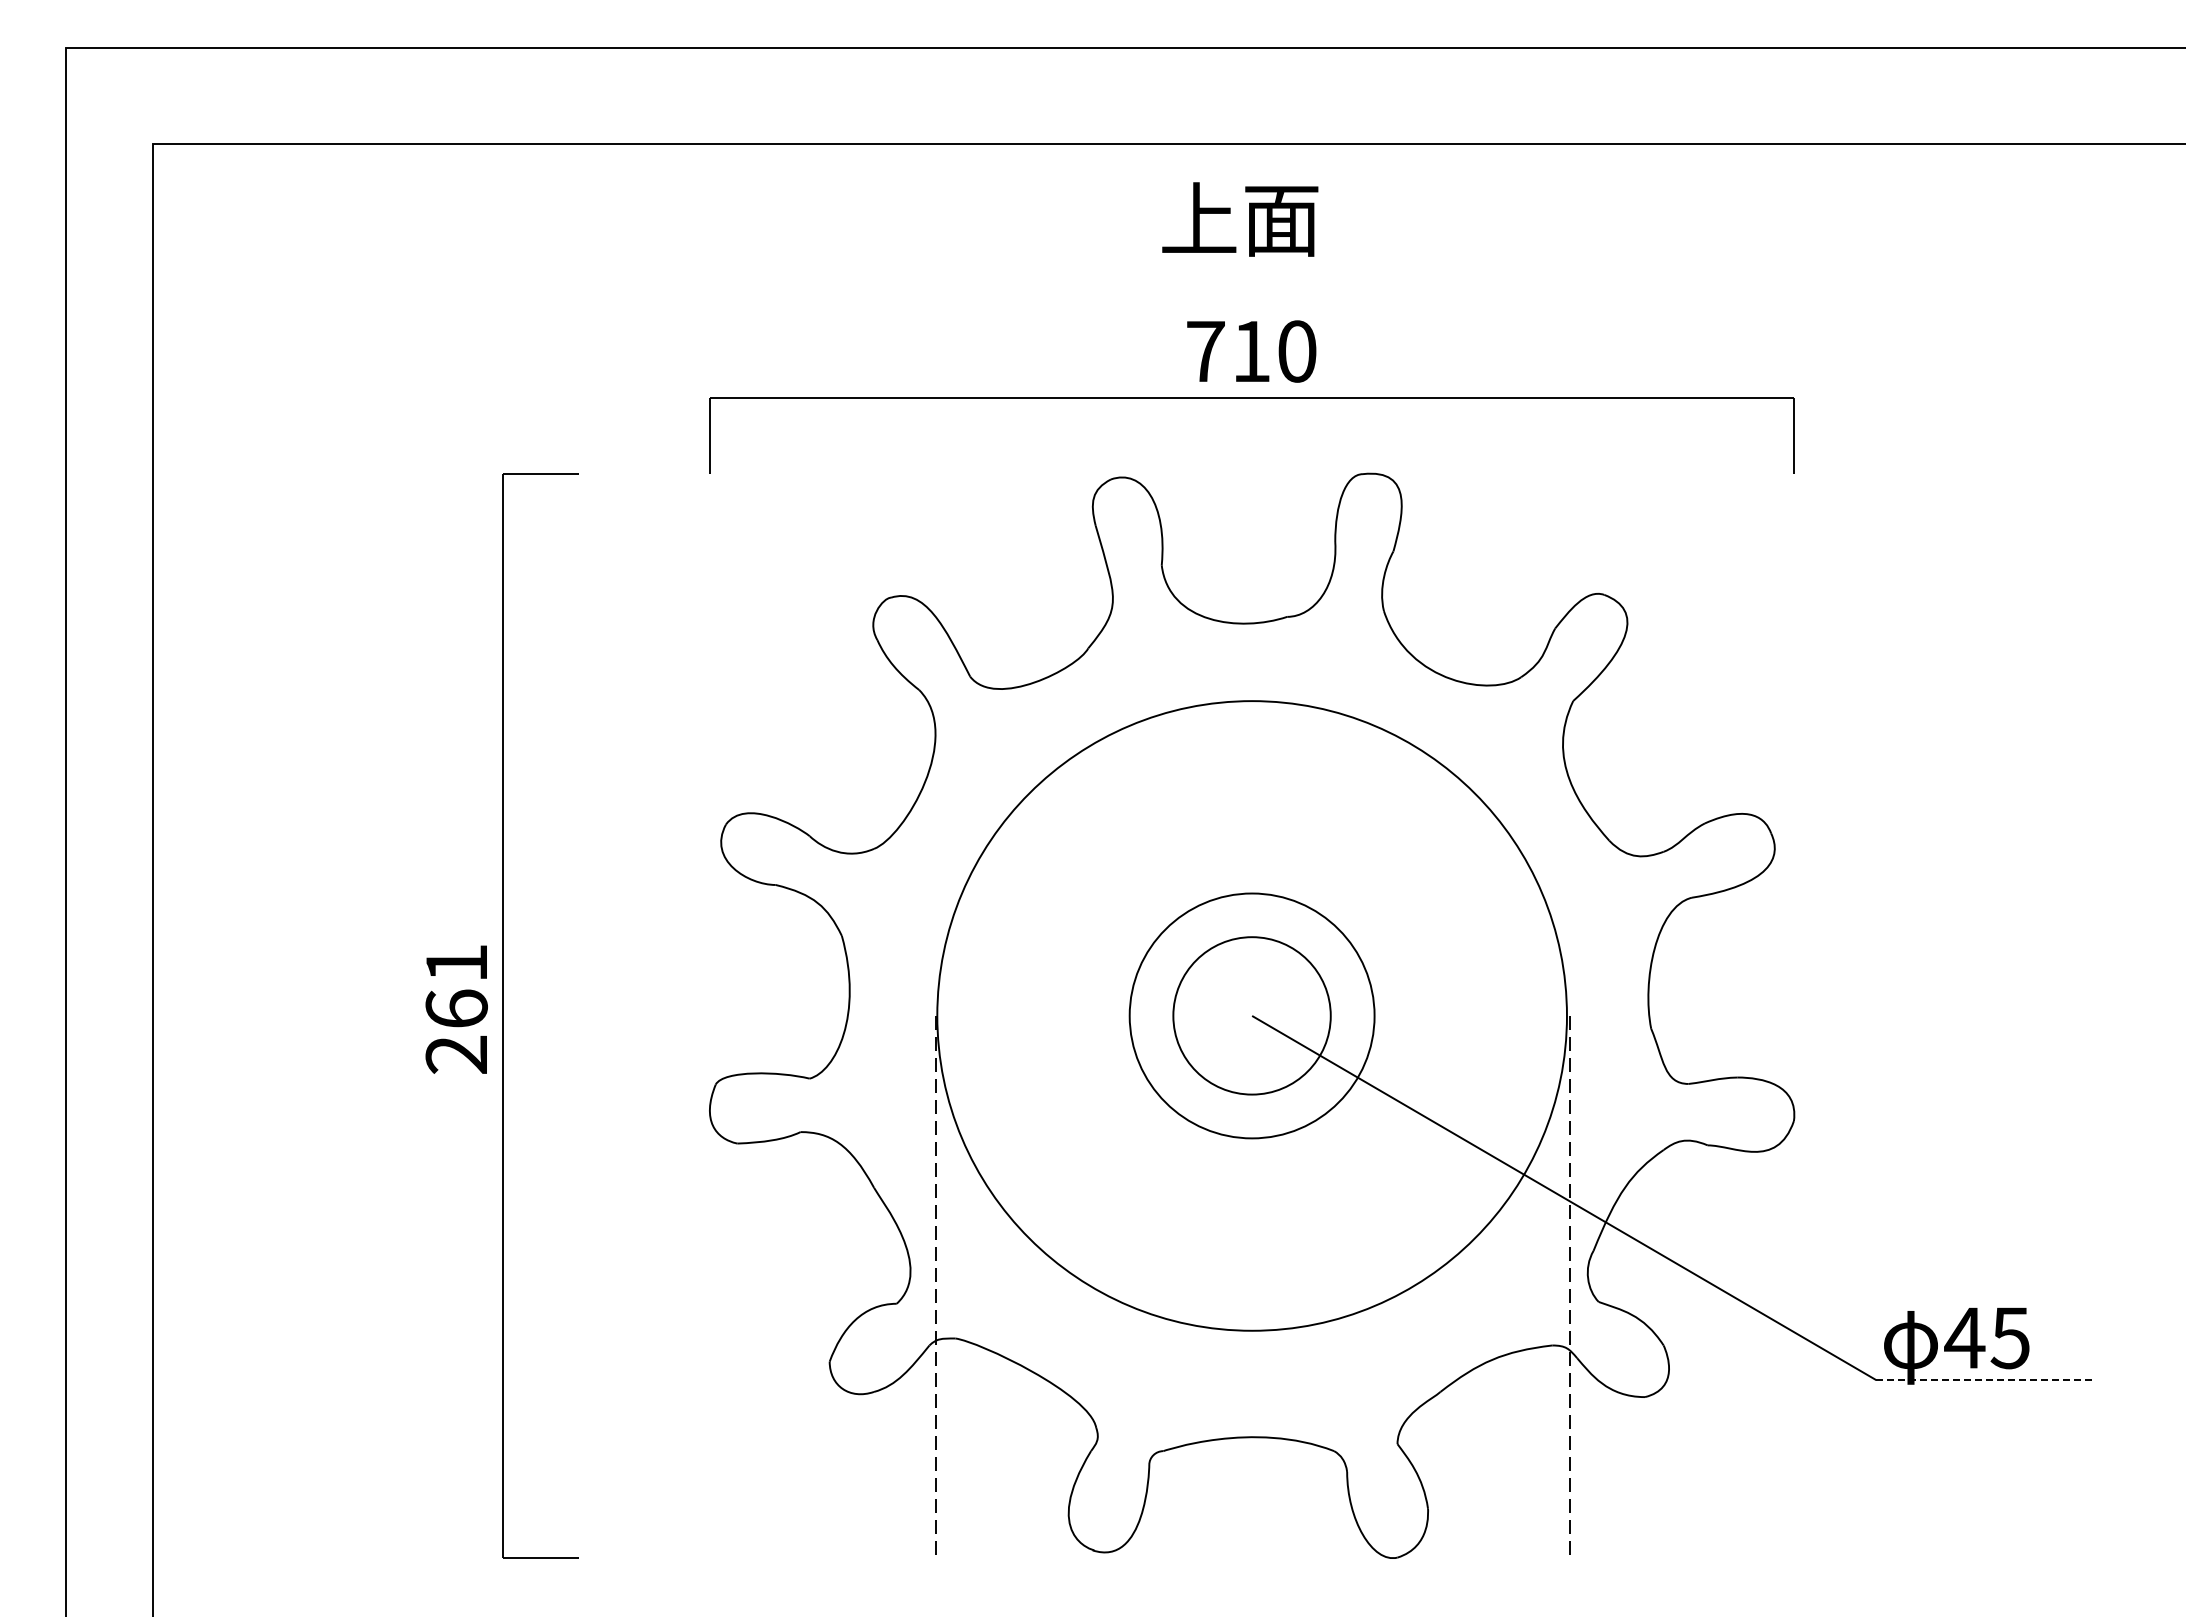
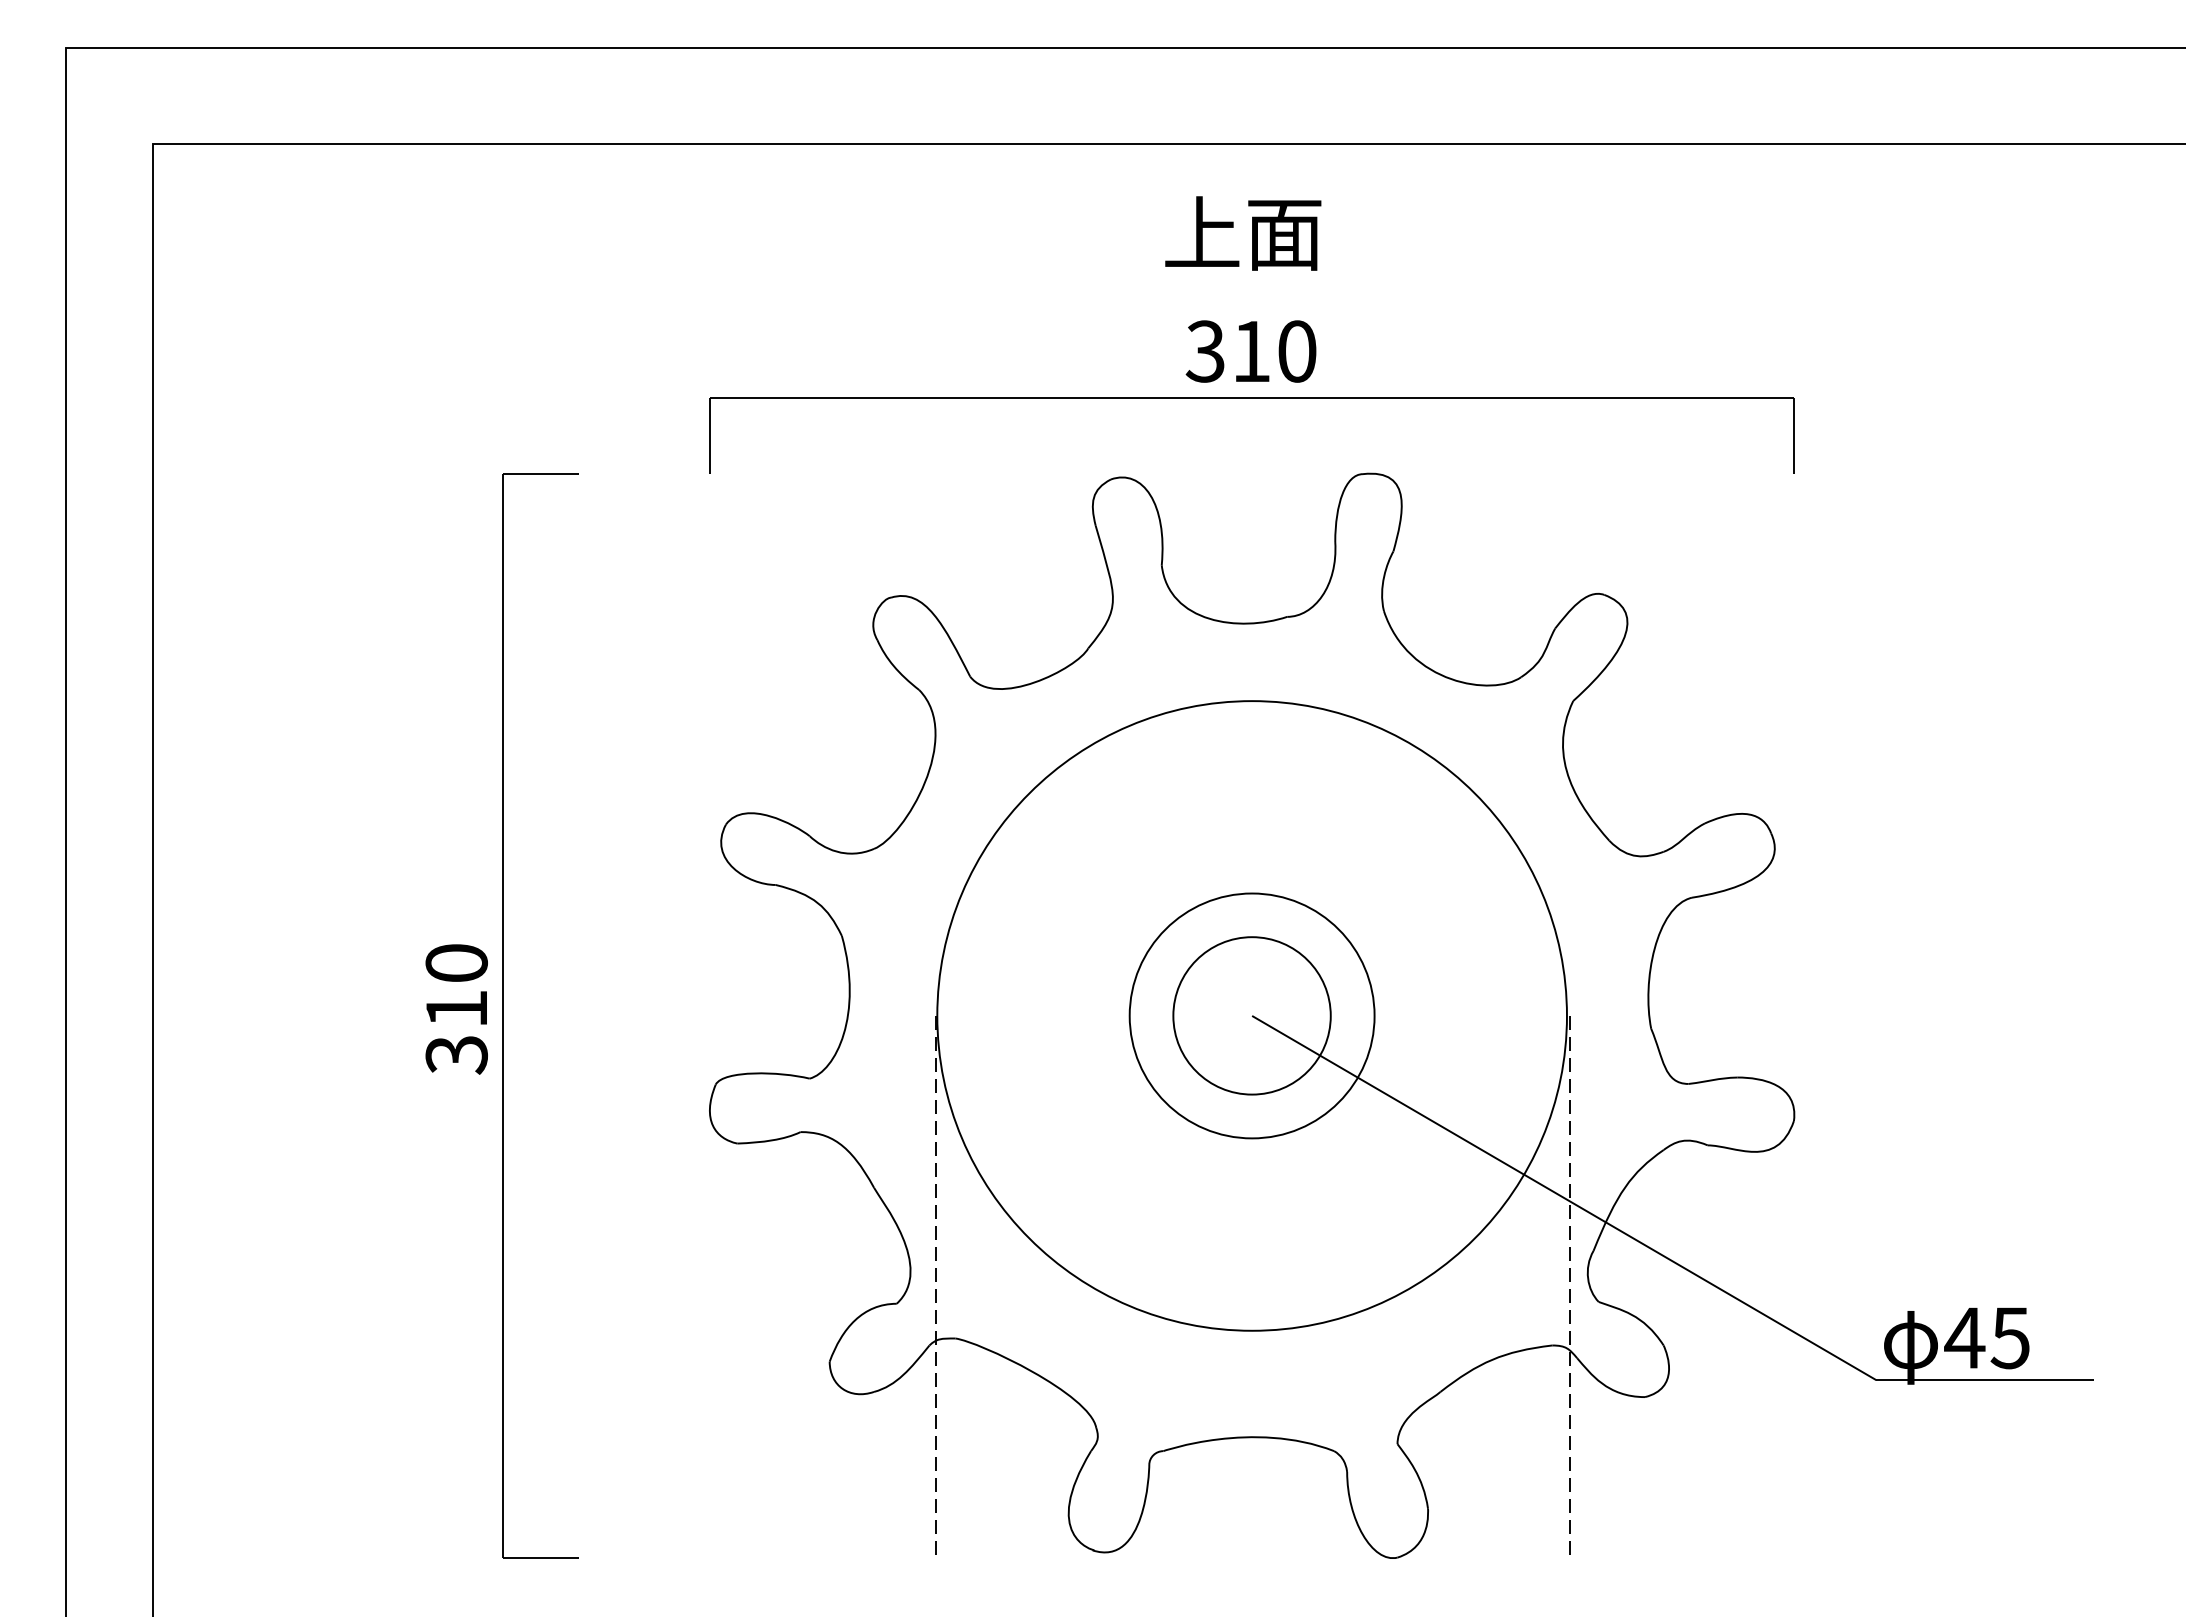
text at (1240, 219) position: (1240, 219) -> (1243, 233)
text at (1204, 351): 710 -> 310
text at (456, 1009): 261 -> 310
line at (1985, 1380): dashed -> solid
